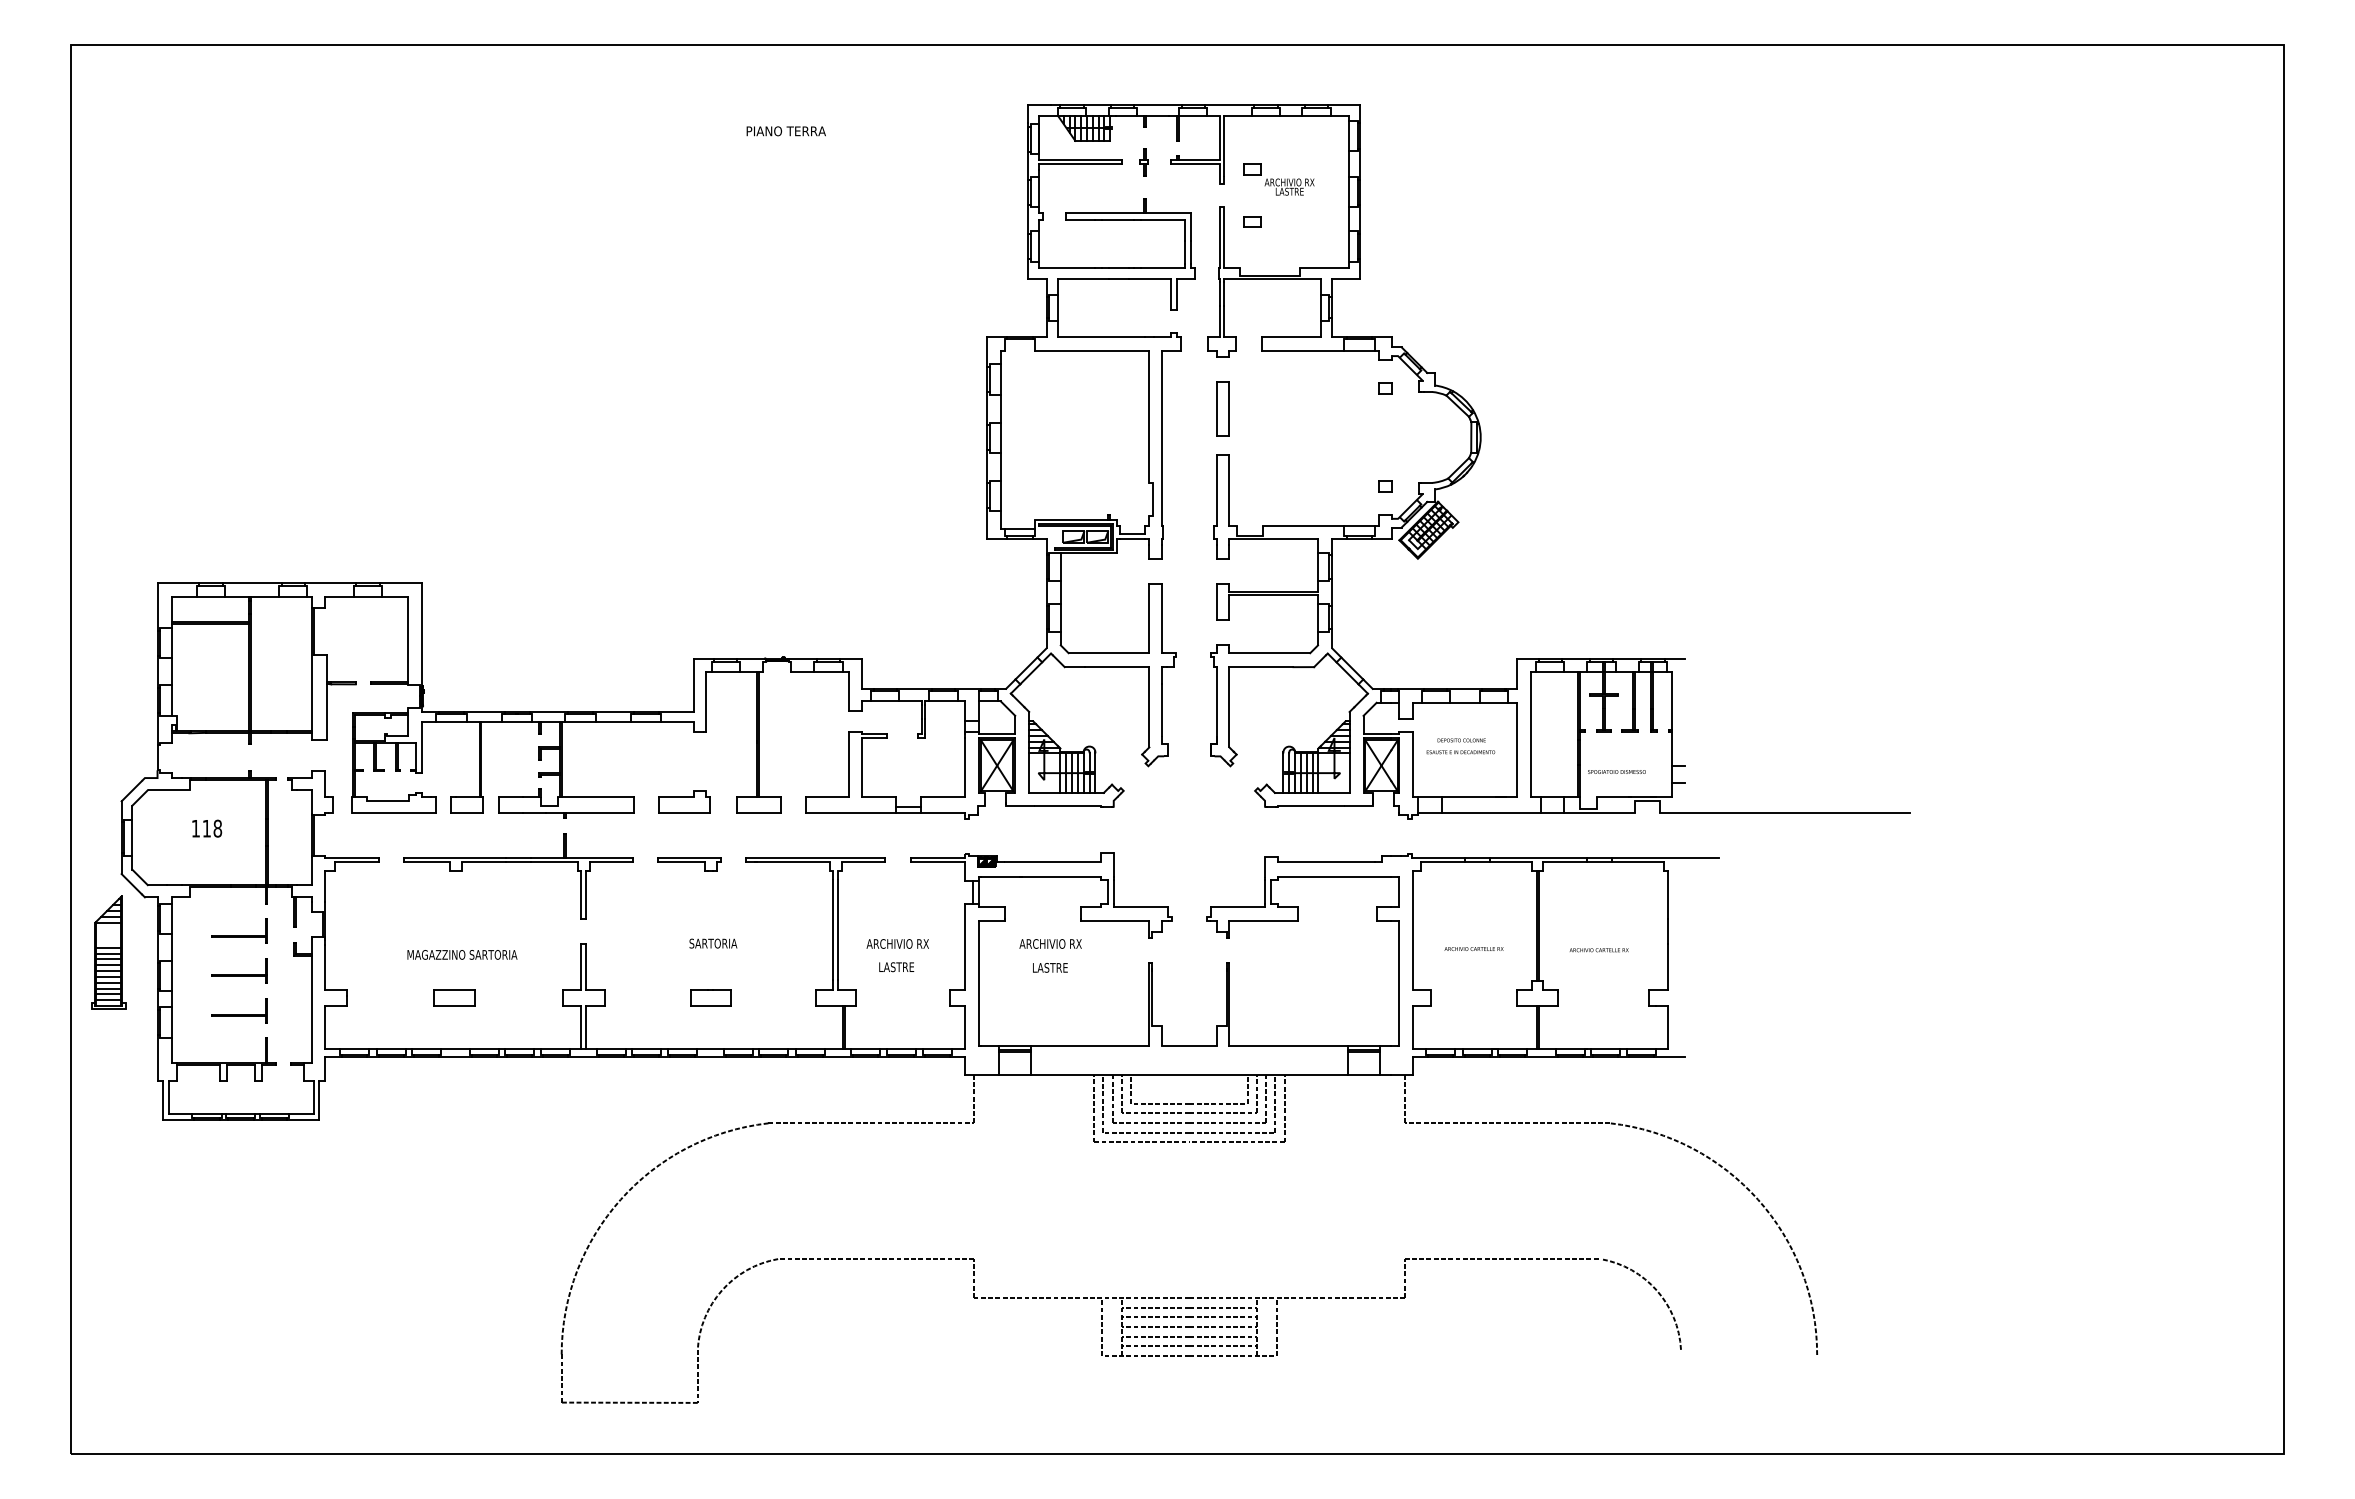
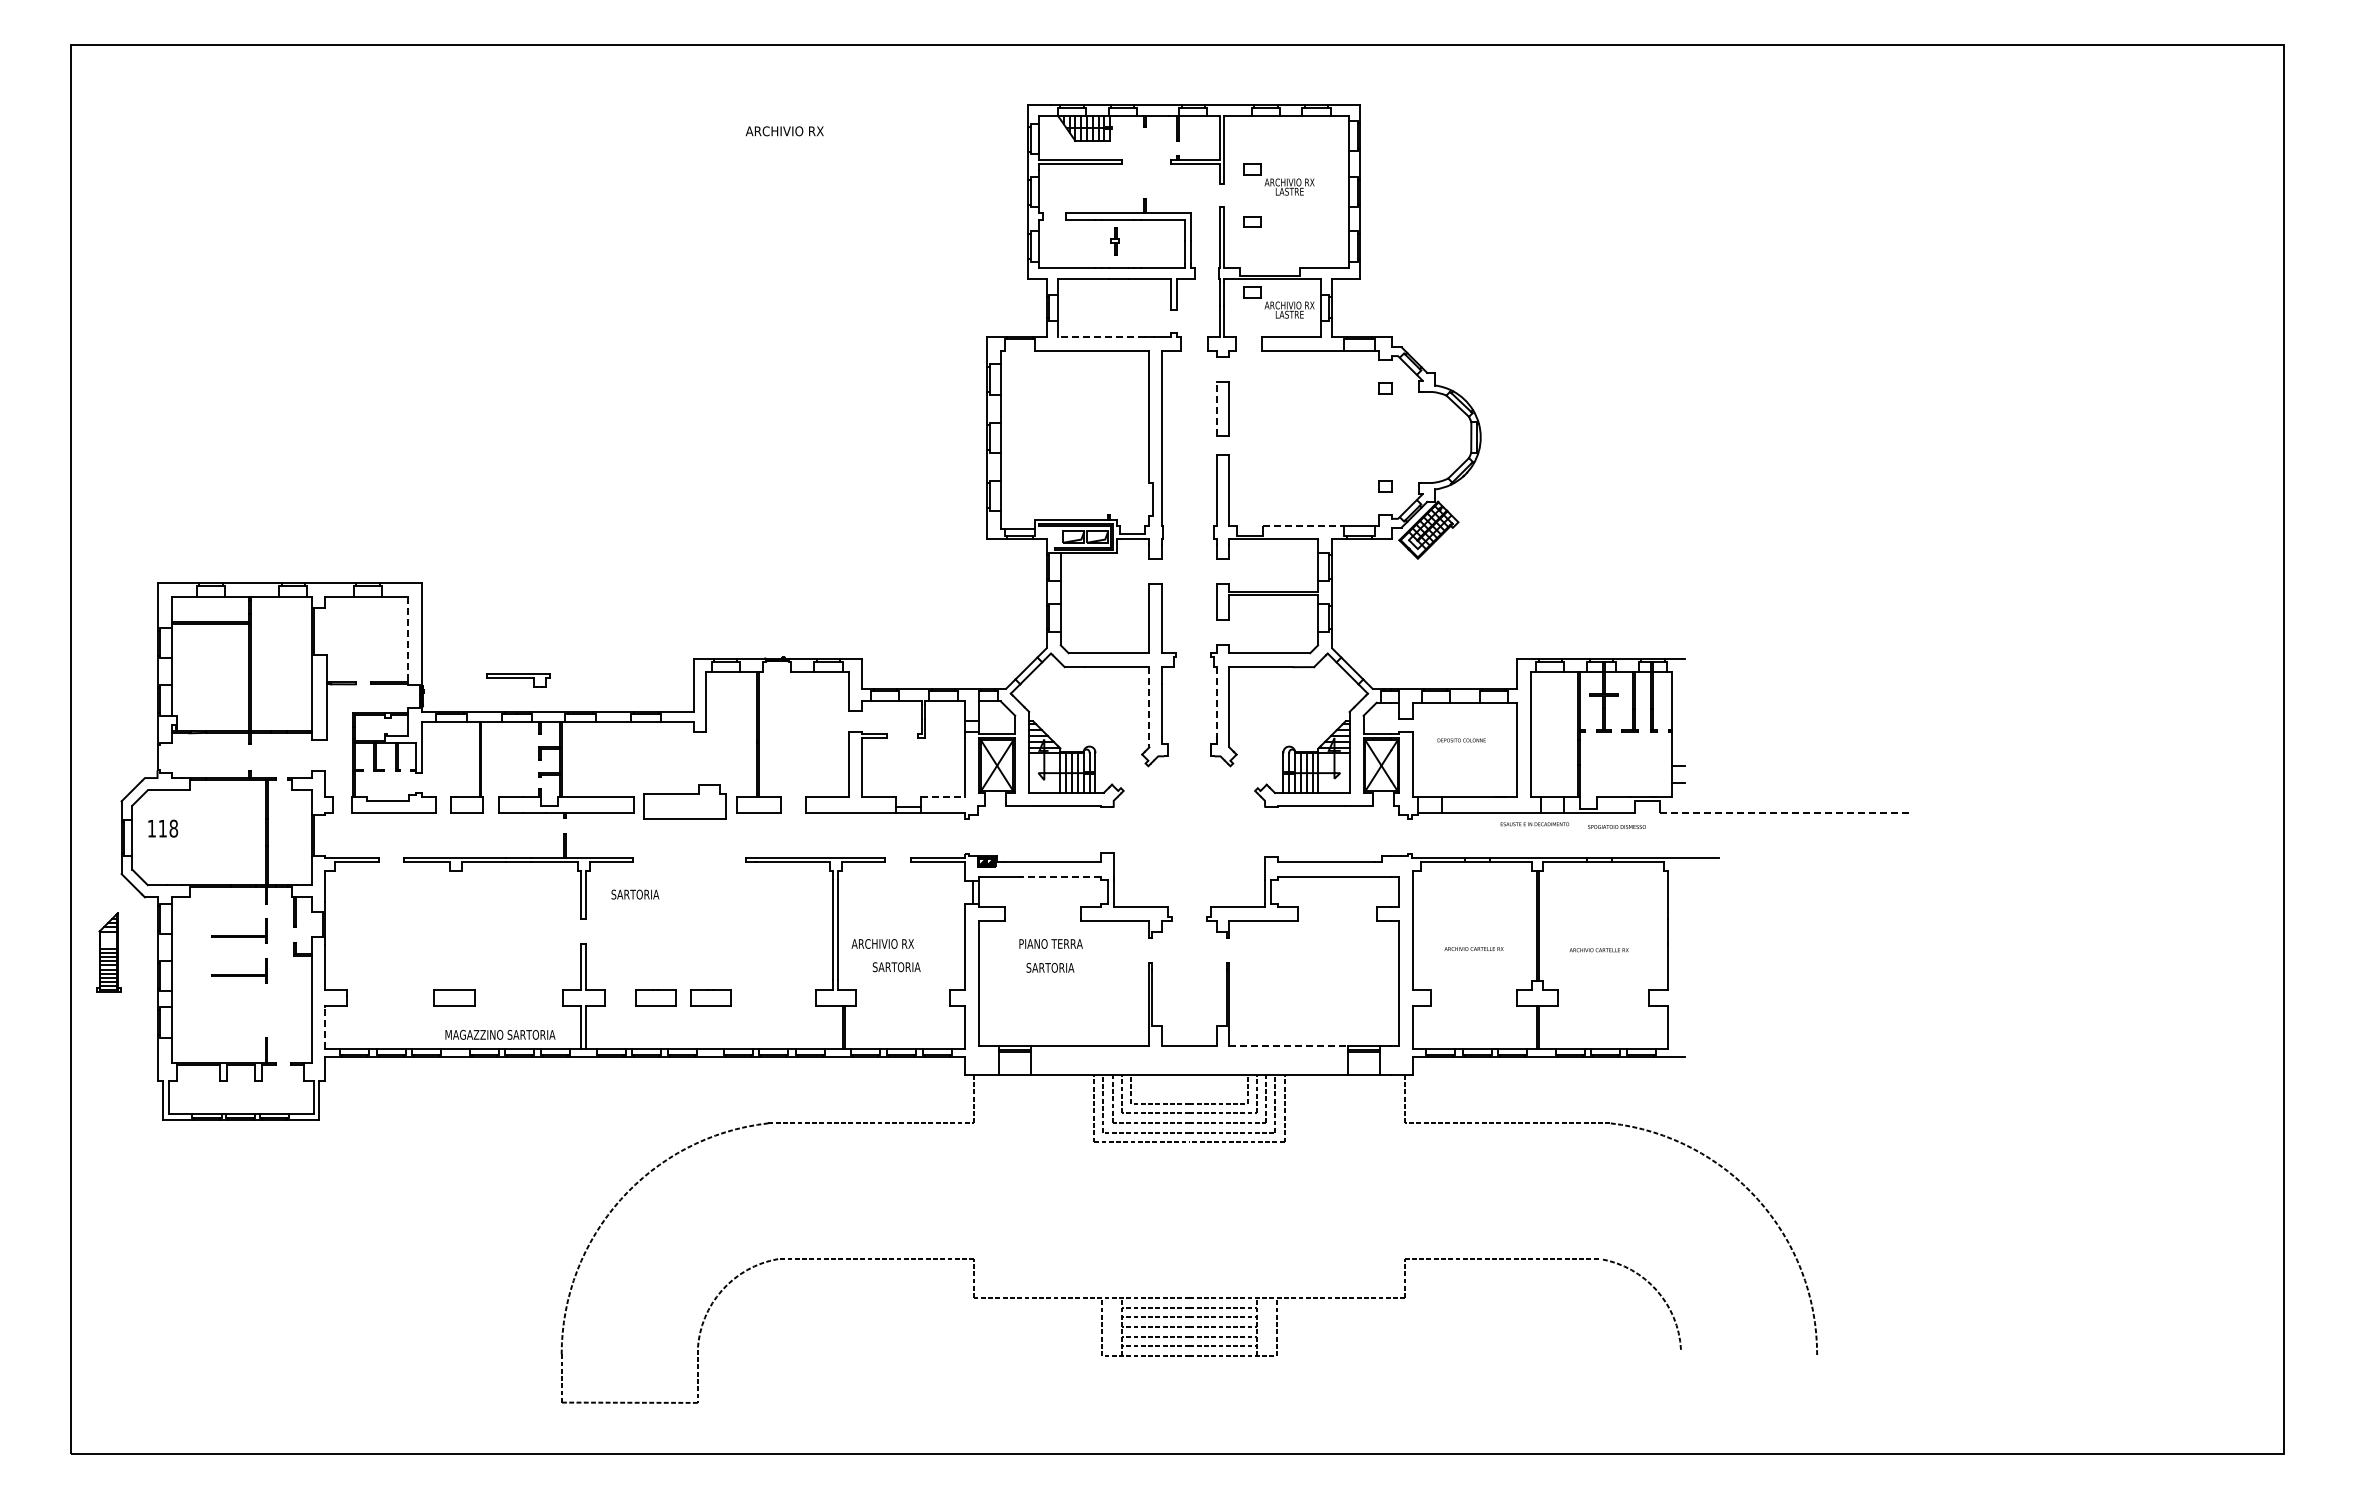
text at (785, 131): PIANO TERRA -> ARCHIVIO RX
part at (1143, 162) position: (1143, 162) -> (1114, 241)
part at (1278, 302): none -> present
line at (1101, 336): solid -> dashed
line at (1216, 408): solid -> dashed
line at (1304, 525): solid -> dashed
line at (408, 639): solid -> dashed
line at (1216, 702): solid -> dashed
line at (1149, 707): solid -> dashed
text at (1460, 752) position: (1460, 752) -> (1534, 824)
text at (1616, 771) position: (1616, 771) -> (1616, 826)
line at (943, 797): solid -> dashed
part at (684, 801) size: 53x24 px -> 84x36 px
line at (1785, 812): solid -> dashed
text at (207, 828) position: (207, 828) -> (163, 828)
part at (689, 864) position: (689, 864) -> (518, 680)
line at (1061, 877): solid -> dashed
text at (713, 943) position: (713, 943) -> (635, 894)
text at (897, 943) position: (897, 943) -> (882, 943)
text at (1050, 943): ARCHIVIO RX -> PIANO TERRA
part at (108, 952) size: 36x115 px -> 26x81 px
text at (462, 954) position: (462, 954) -> (500, 1034)
text at (896, 967): LASTRE -> SARTORIA
text at (1050, 967): LASTRE -> SARTORIA
part at (655, 997): none -> present
part at (239, 1010): present -> none
line at (325, 1028): solid -> dashed
line at (1289, 1045): solid -> dashed
